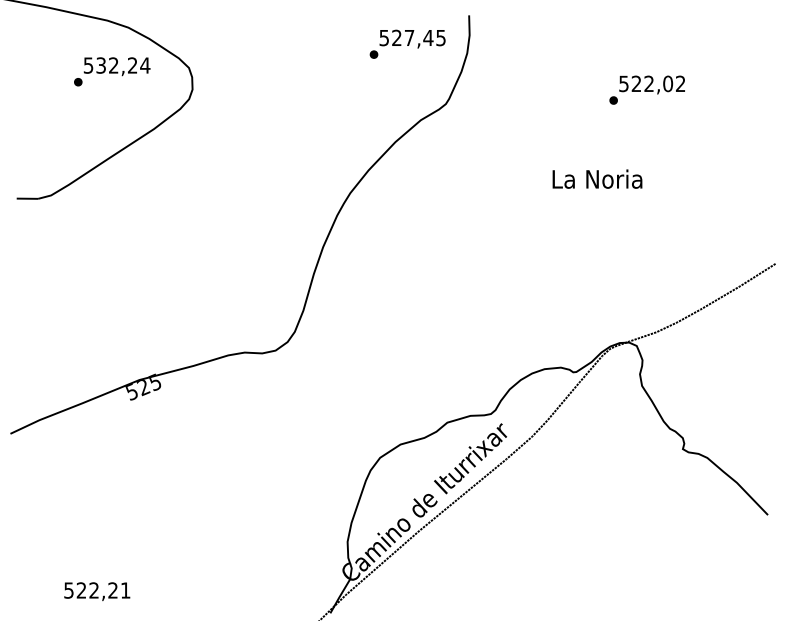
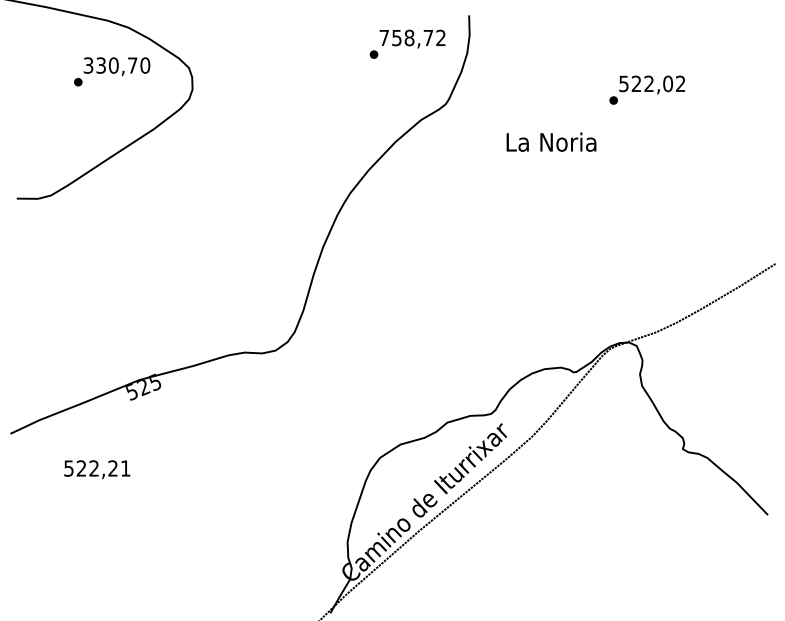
text at (412, 37): 527,45 -> 758,72
text at (117, 65): 532,24 -> 330,70
text at (597, 178) position: (597, 178) -> (551, 141)
text at (97, 591) position: (97, 591) -> (97, 469)
